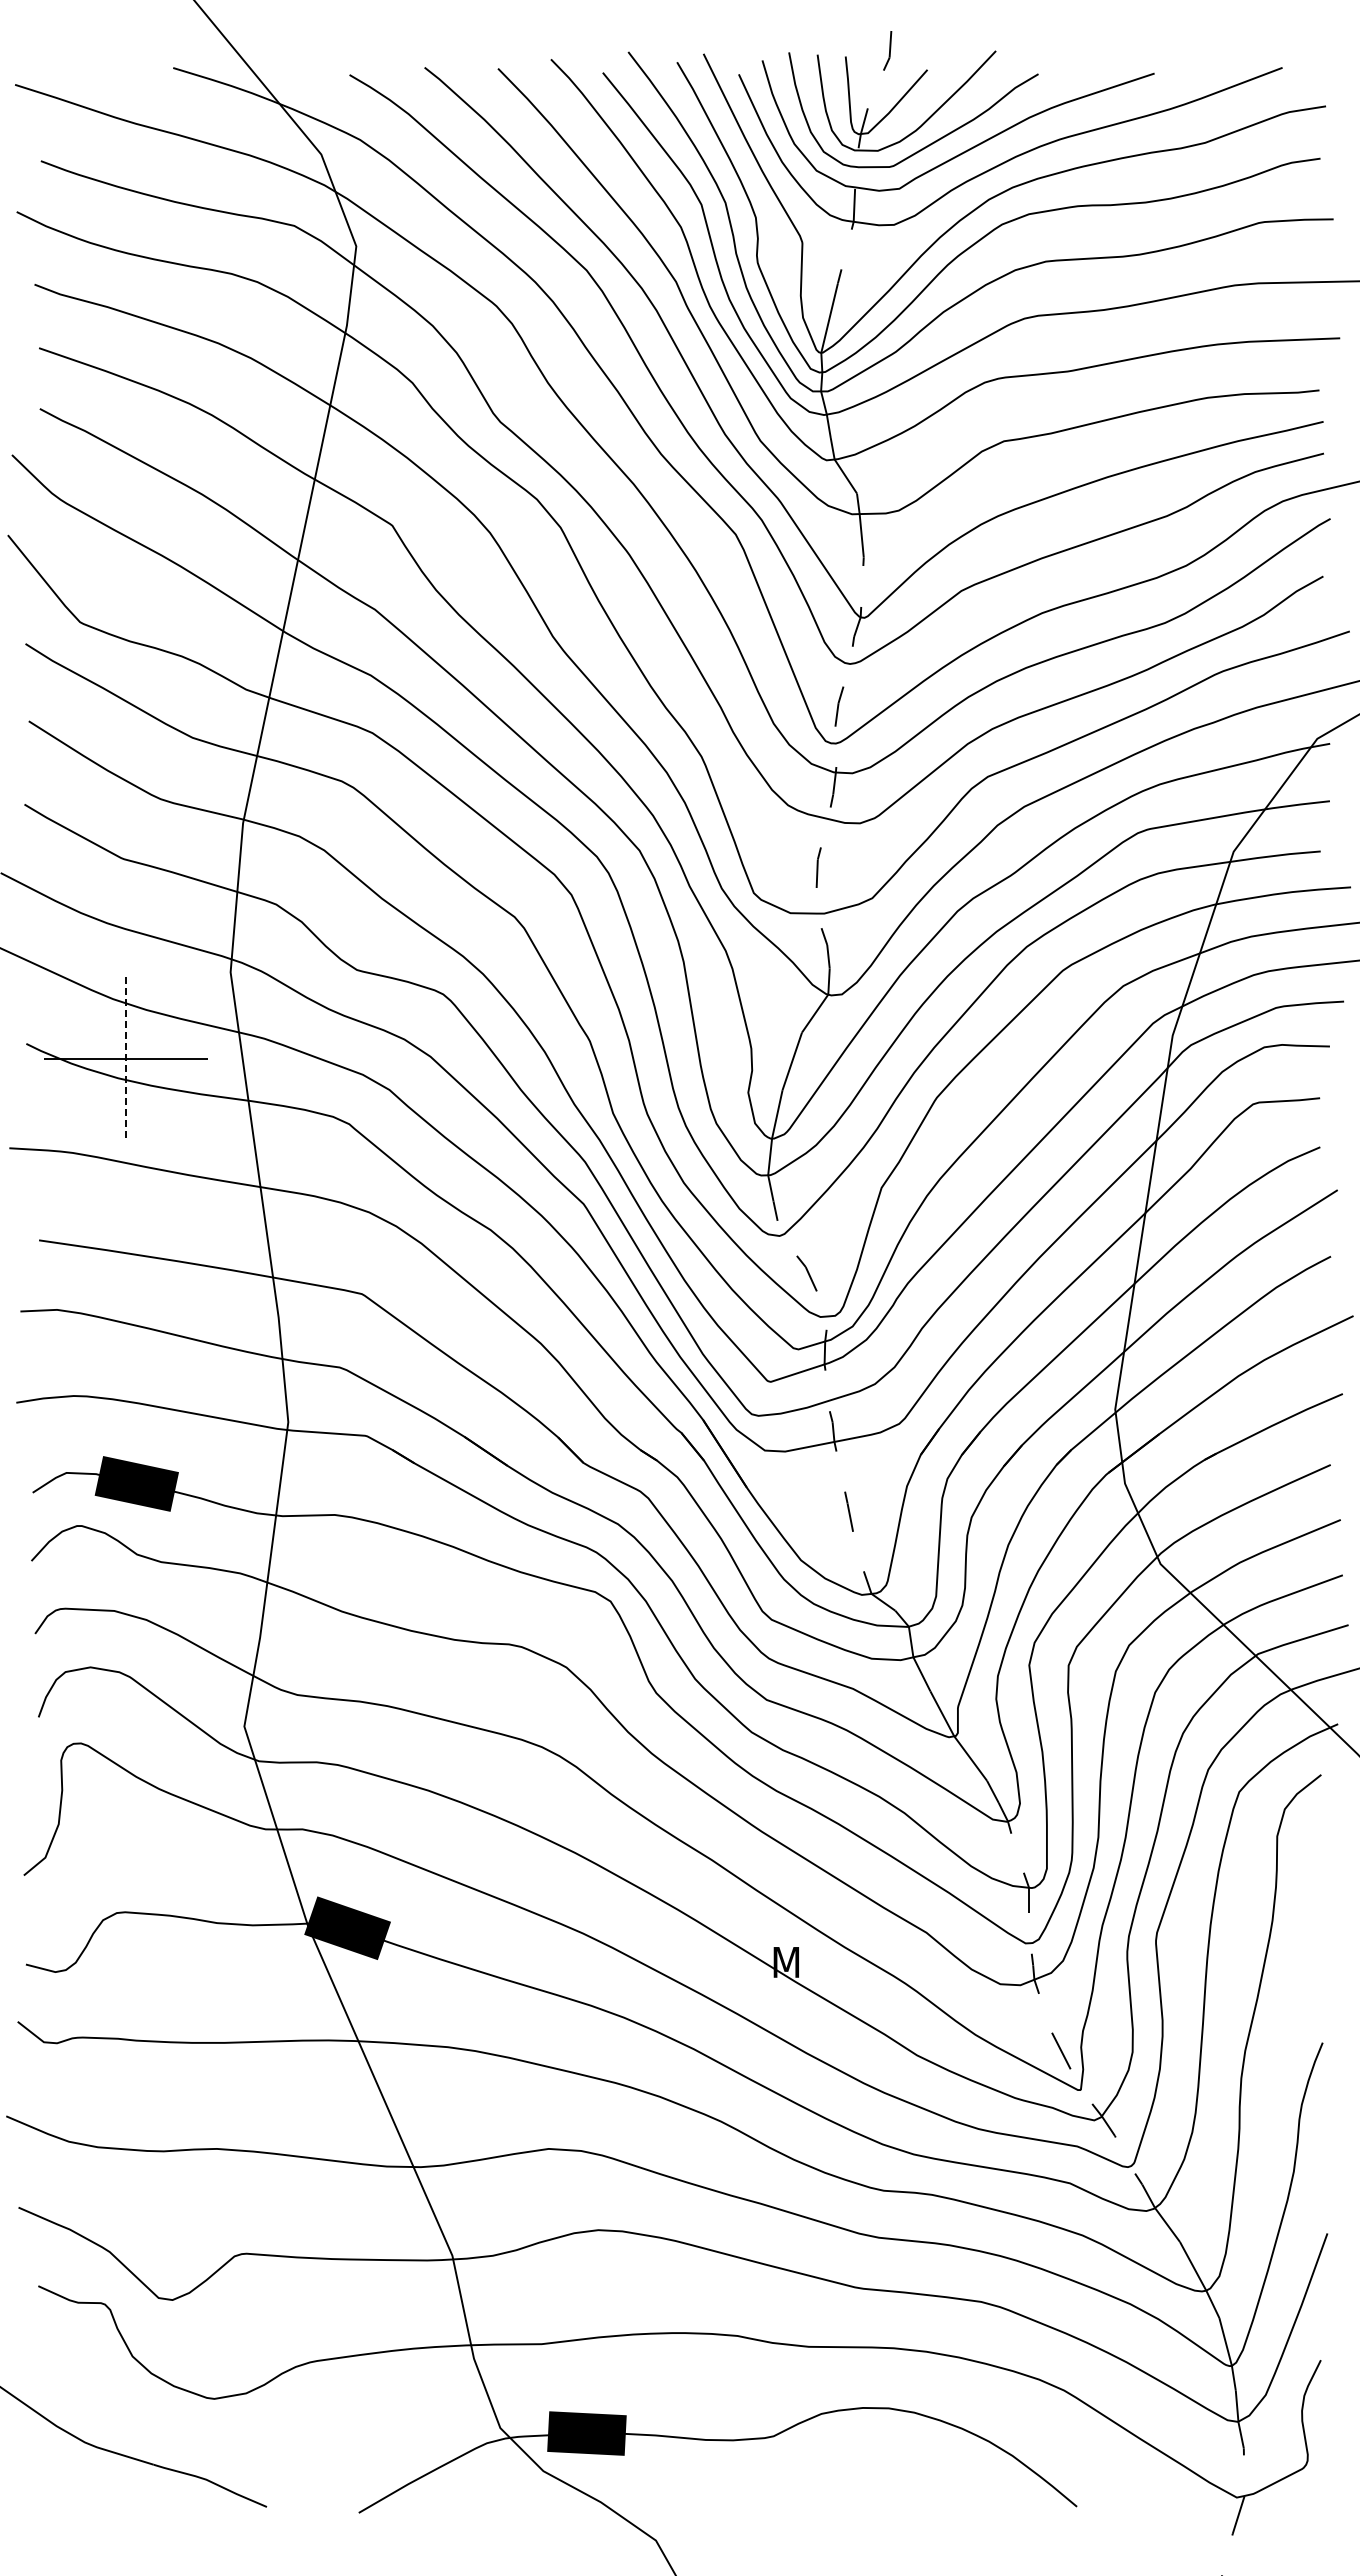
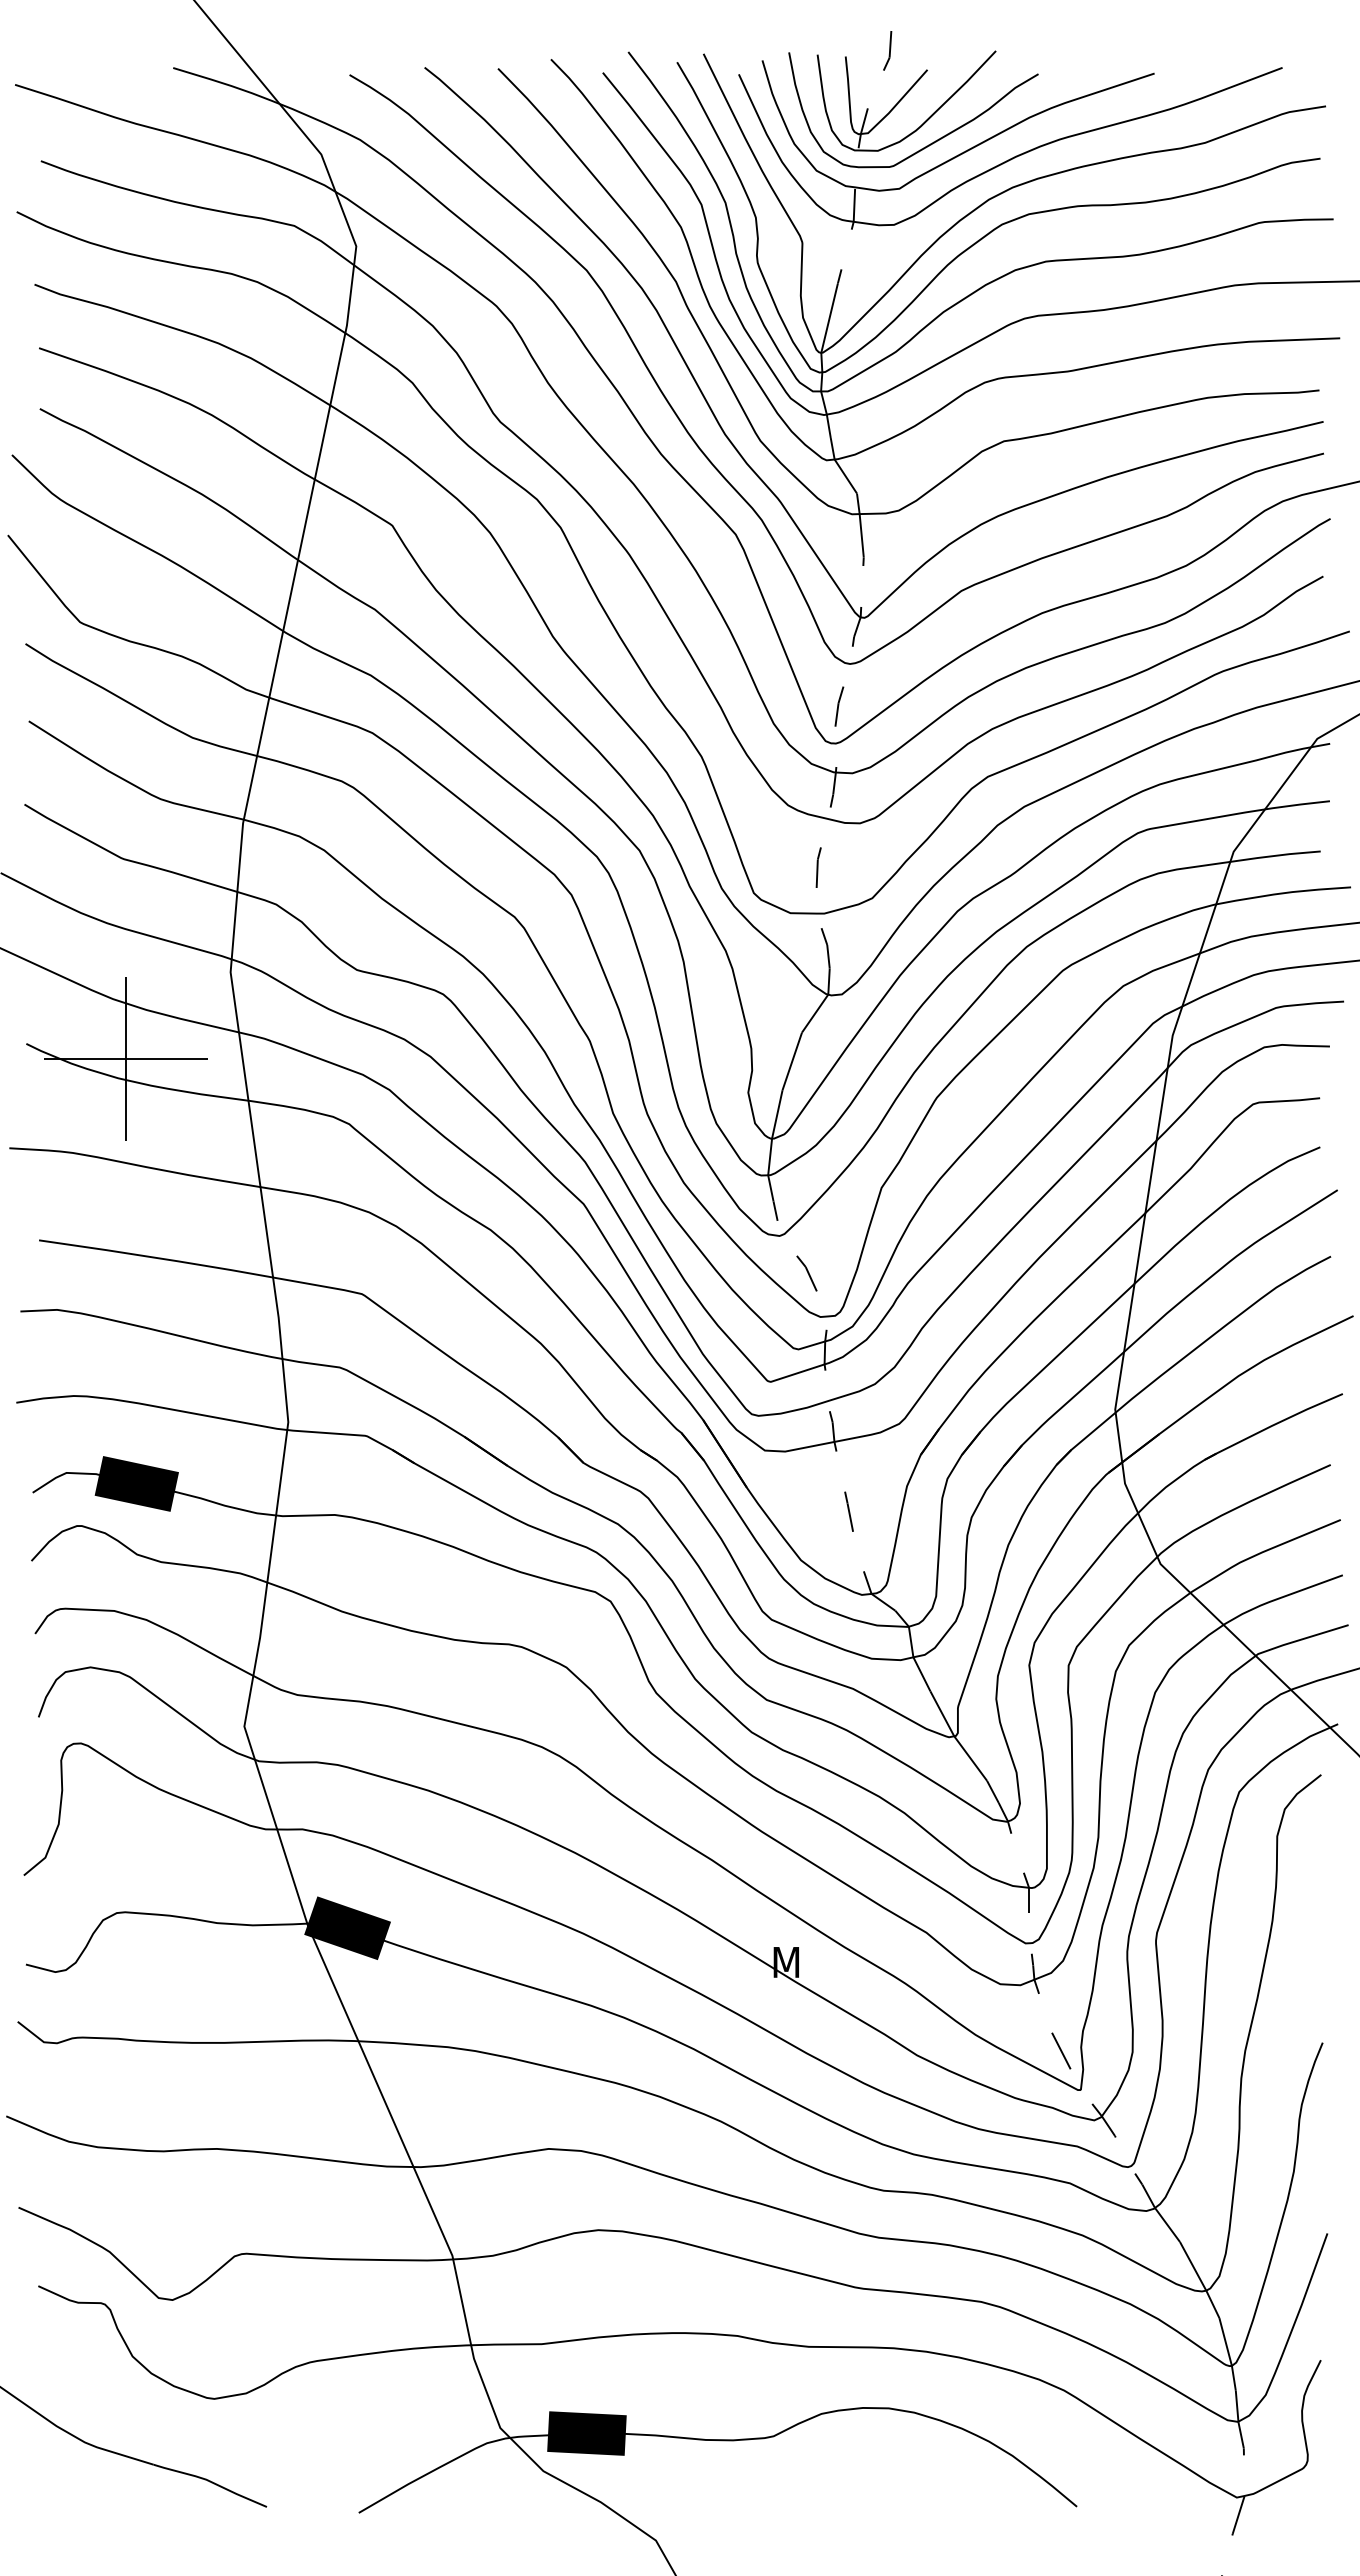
line at (125, 1059): dashed -> solid
